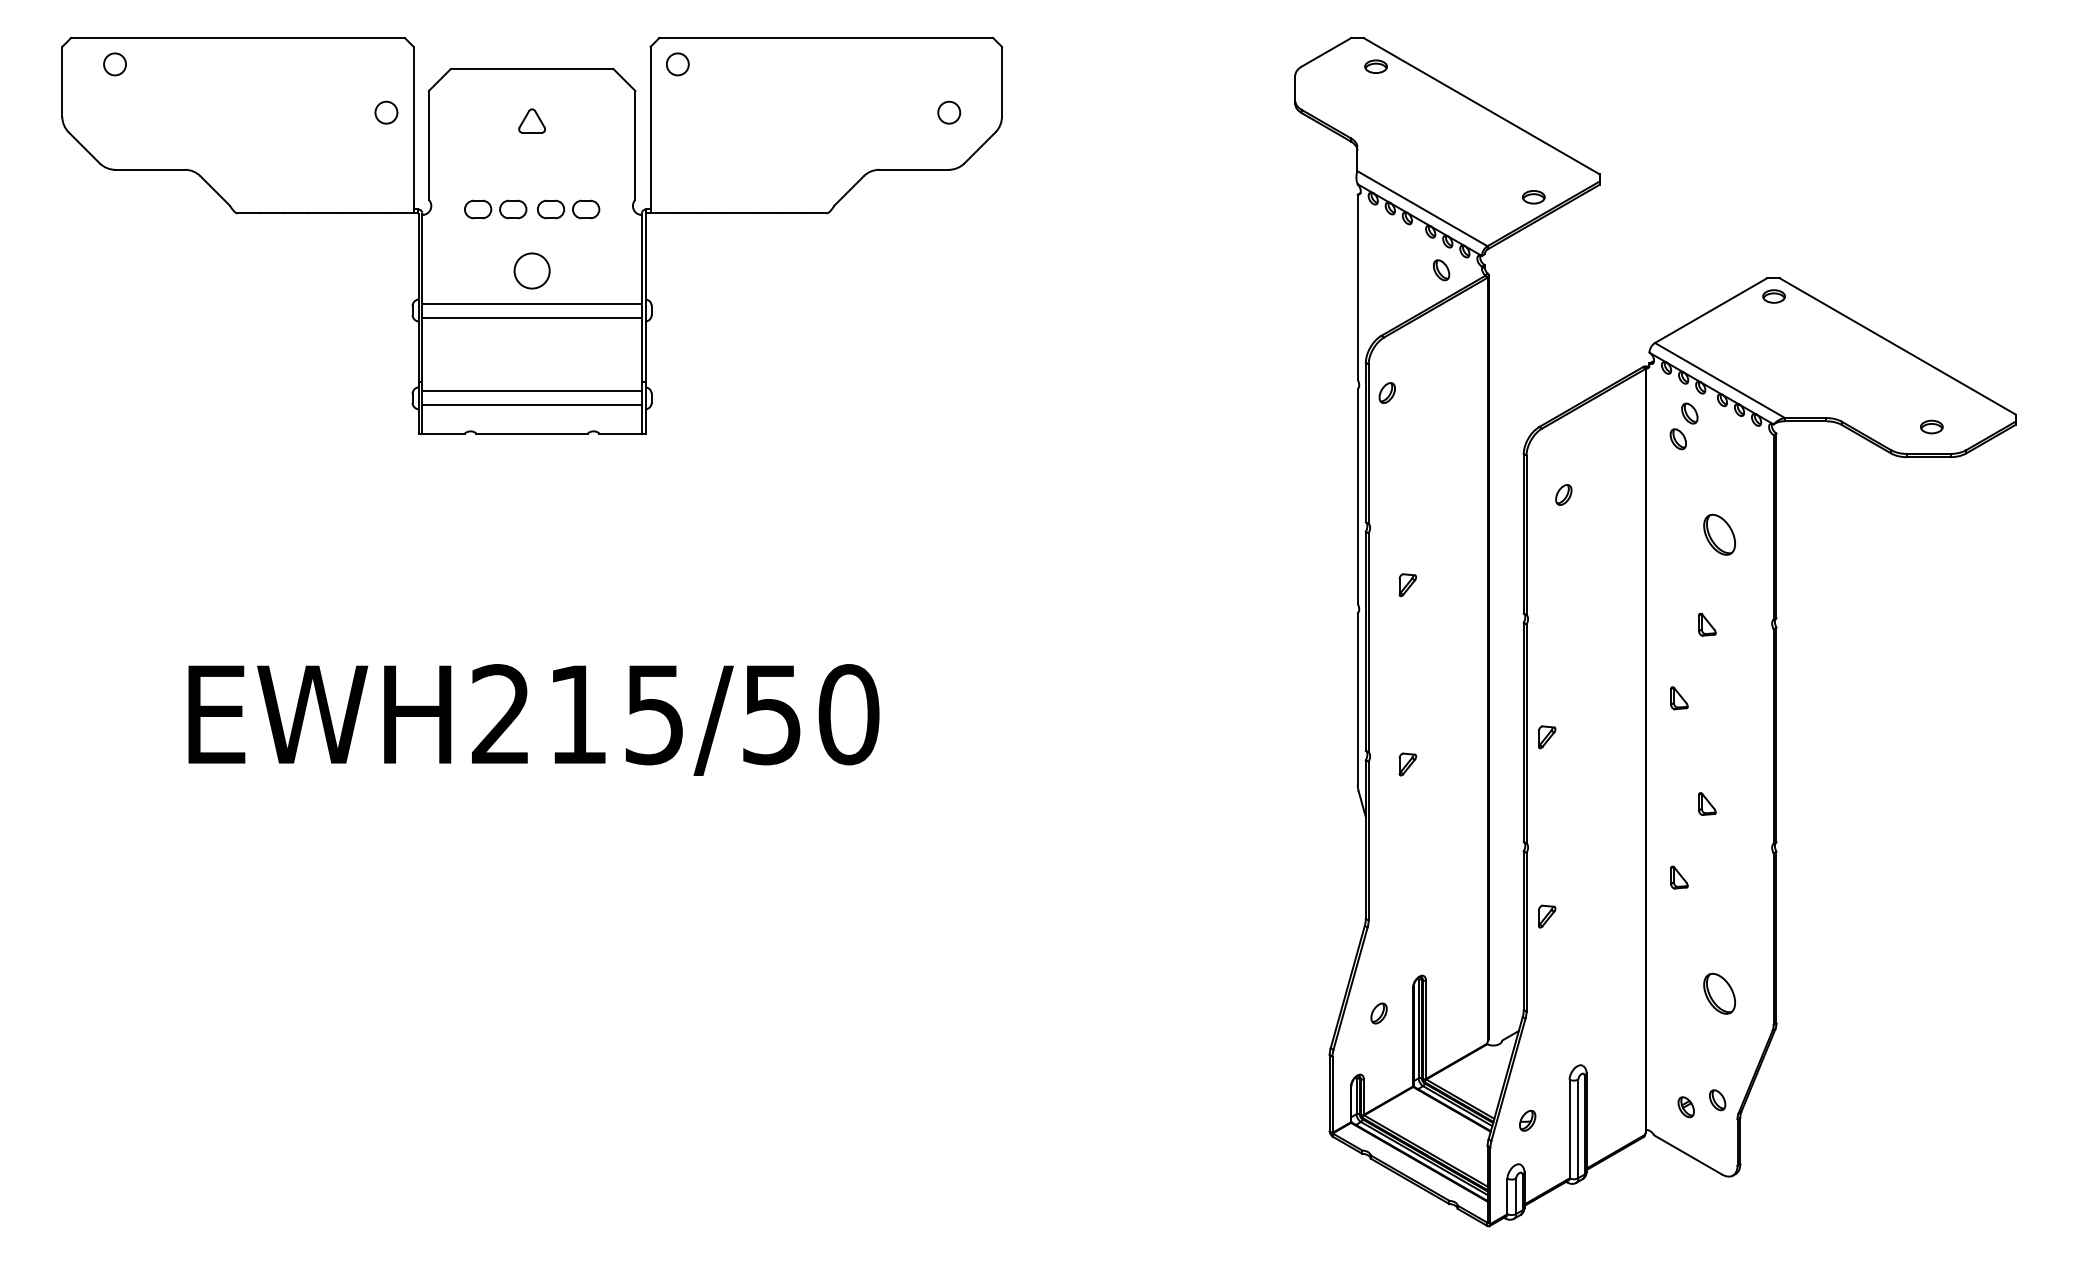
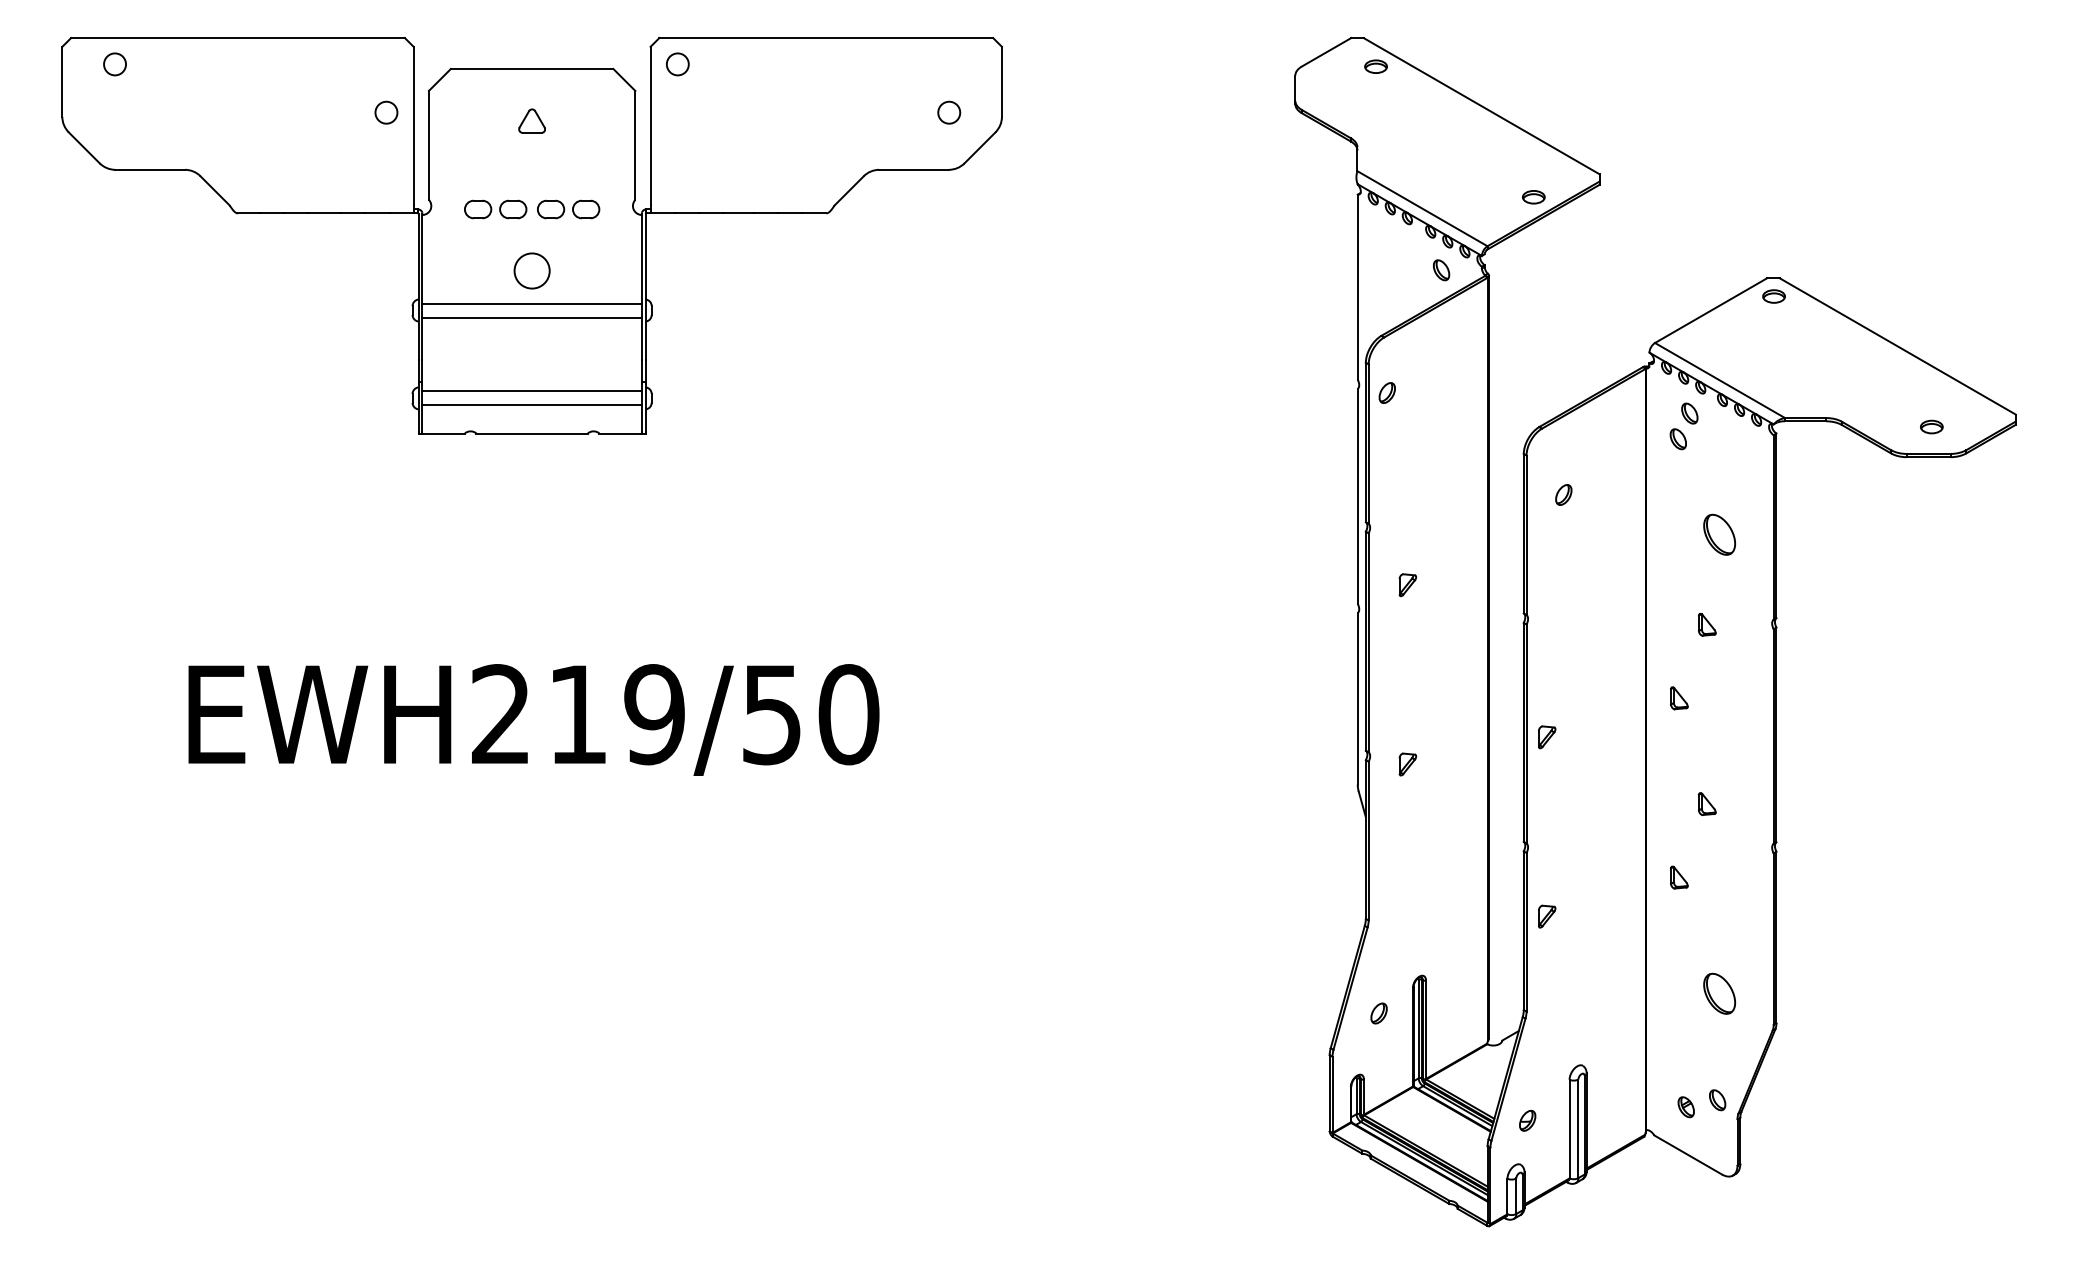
text at (654, 714): EWH215/50 -> EWH219/50
